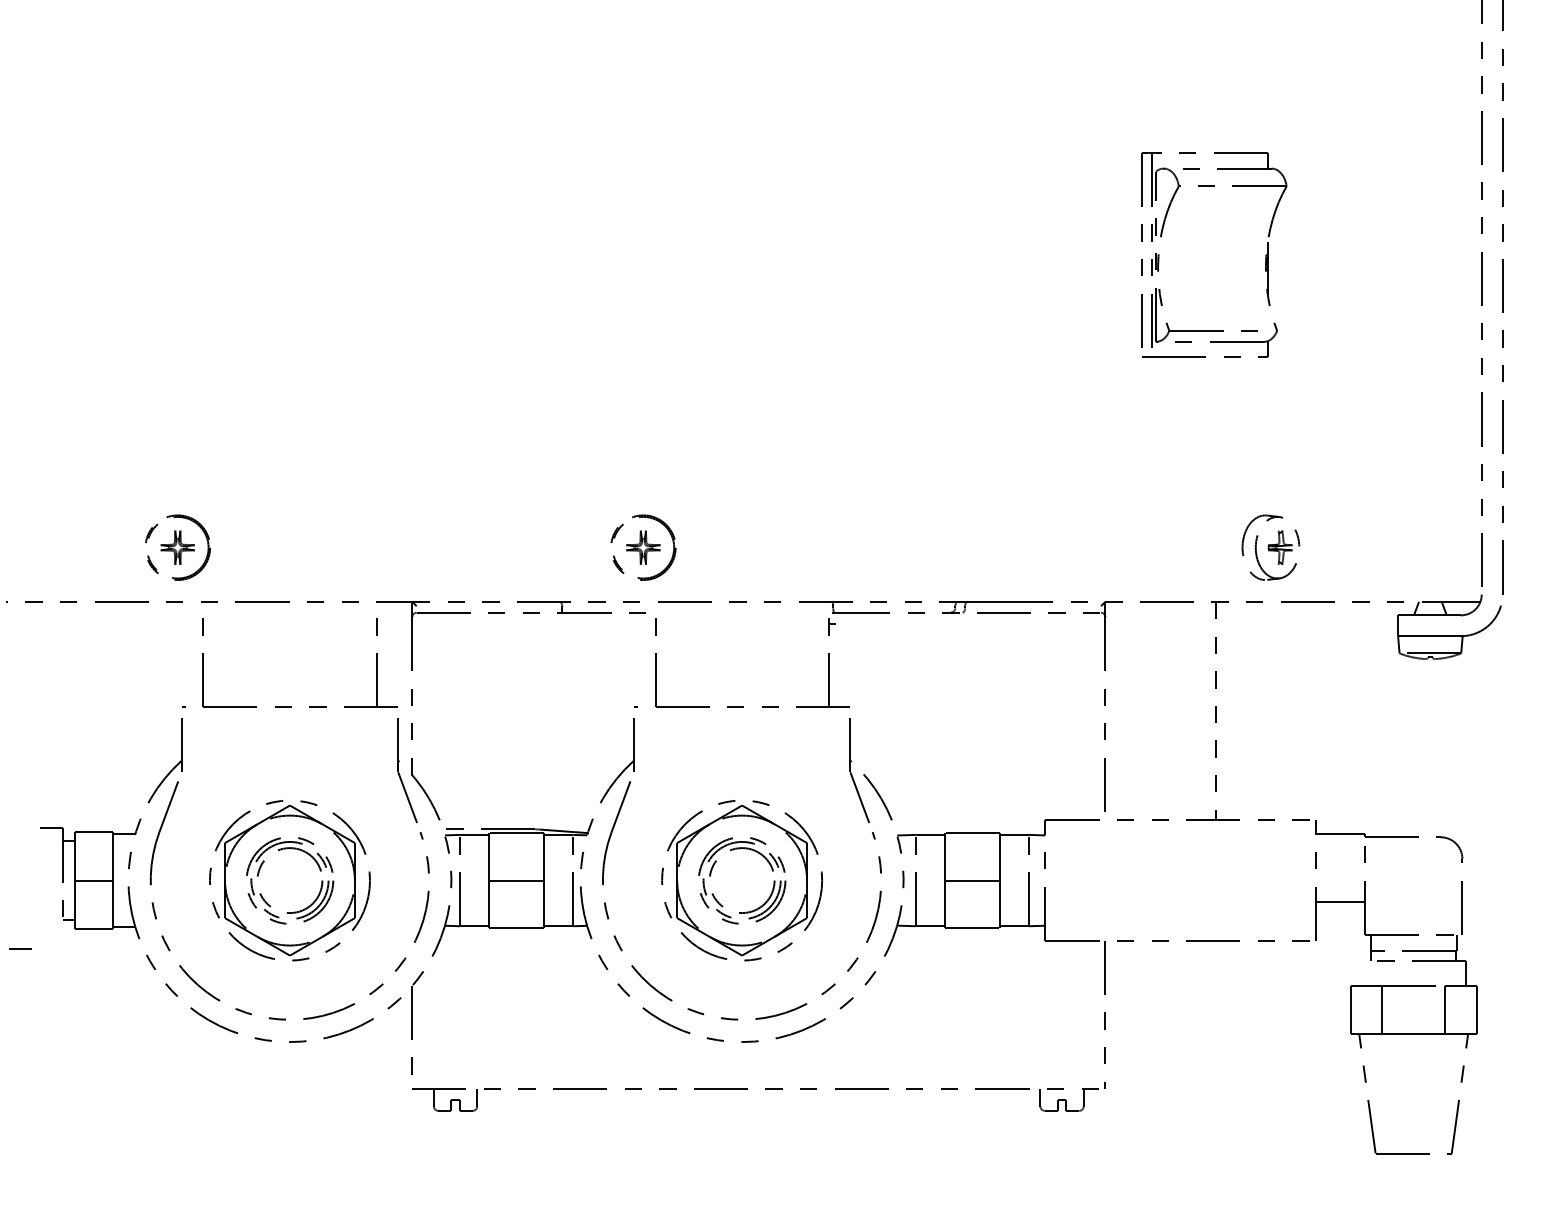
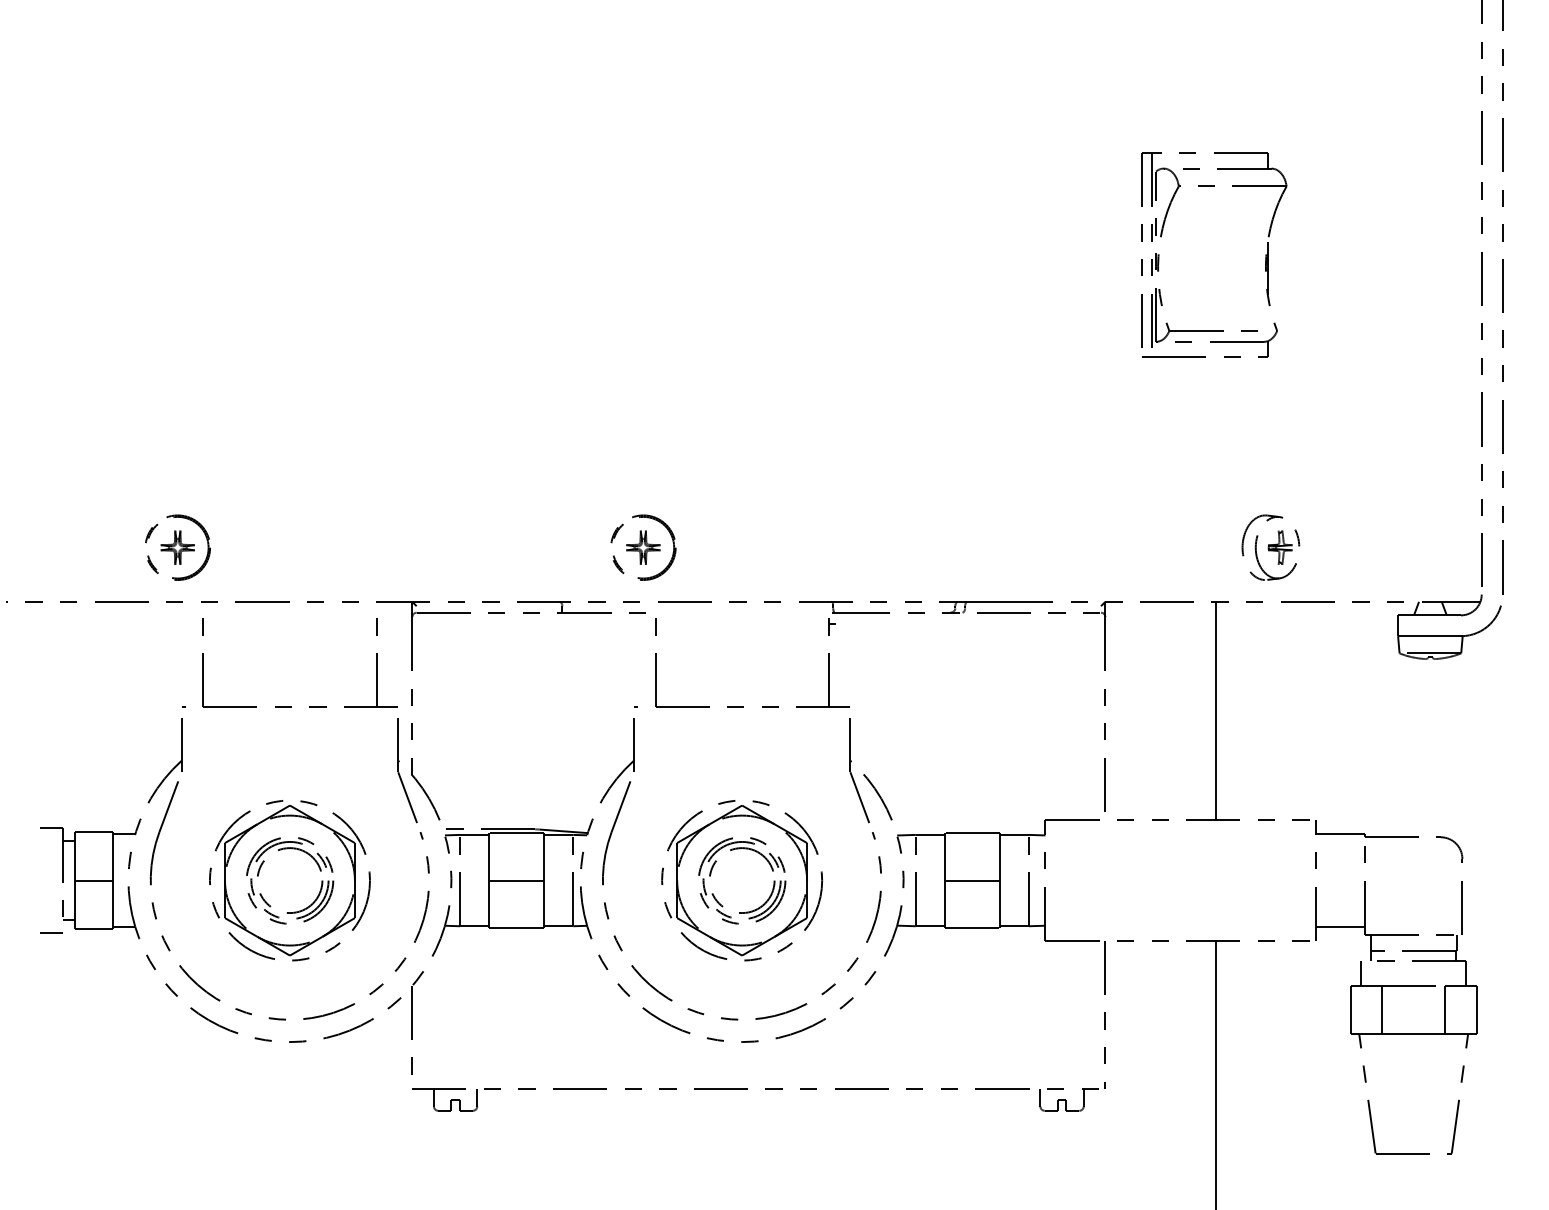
line at (1216, 711): dashed -> solid
line at (1340, 901) position: (1340, 901) -> (1340, 926)
line at (20, 948) position: (20, 948) -> (51, 932)
line at (1361, 973): none -> present
line at (1216, 1073): none -> present
